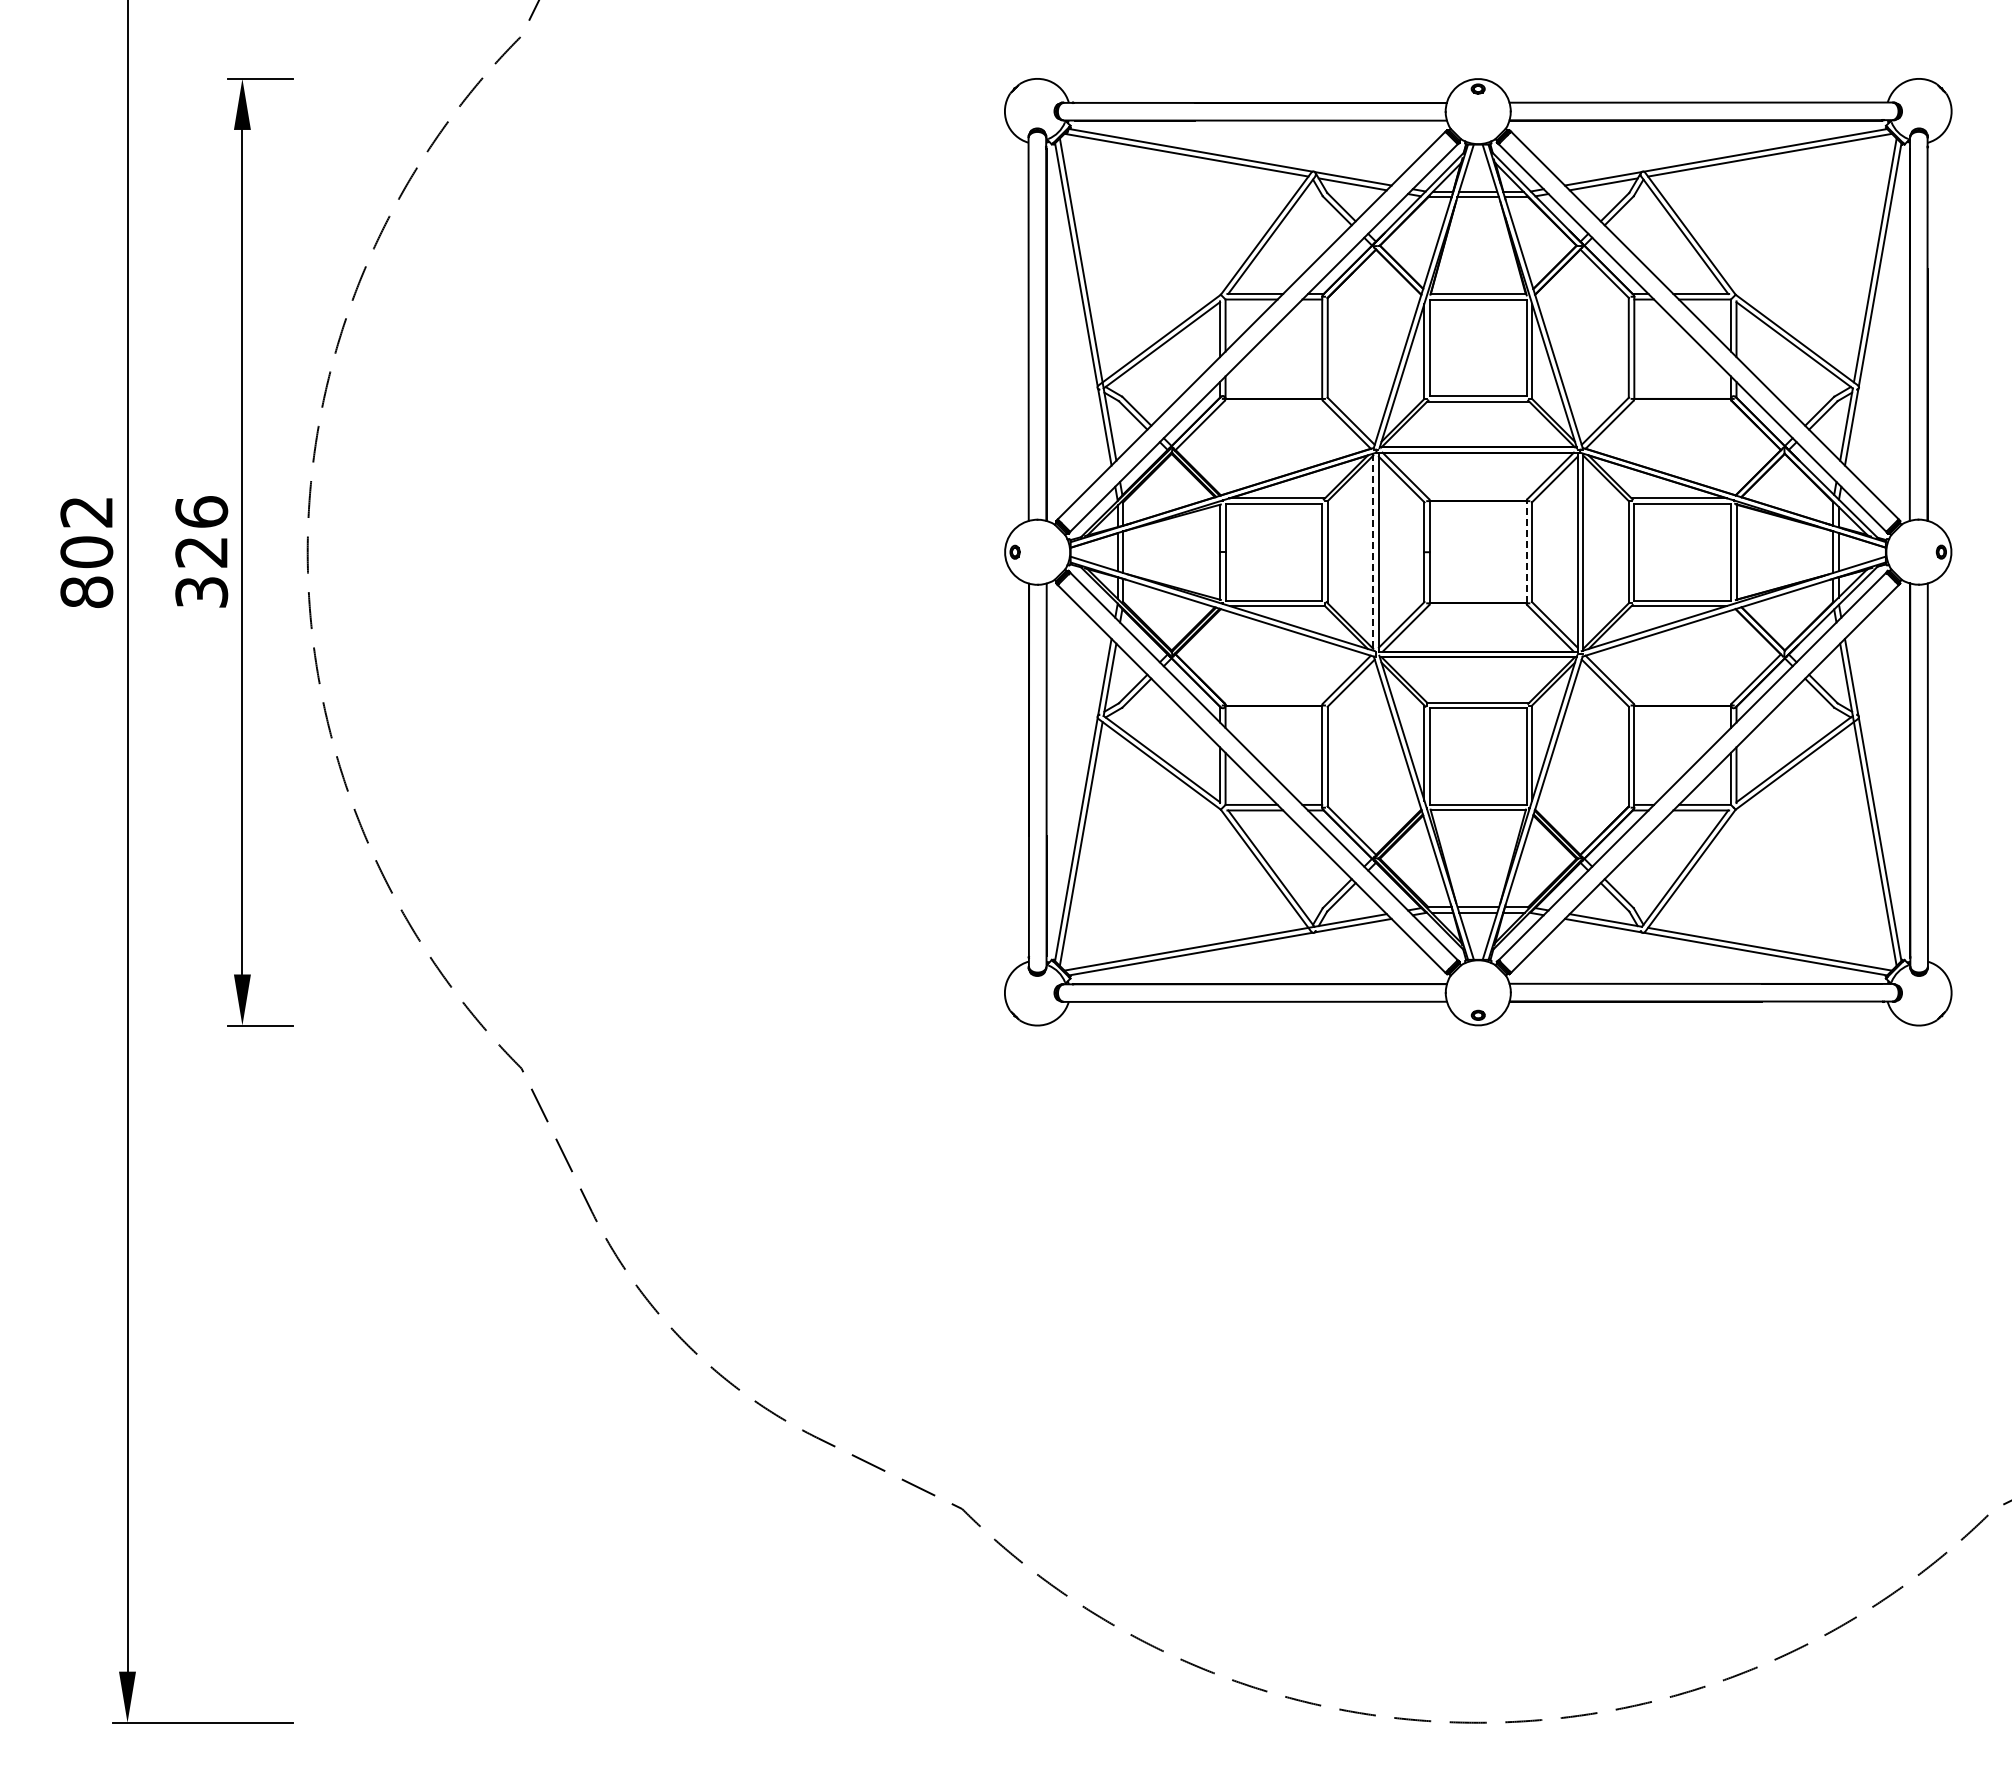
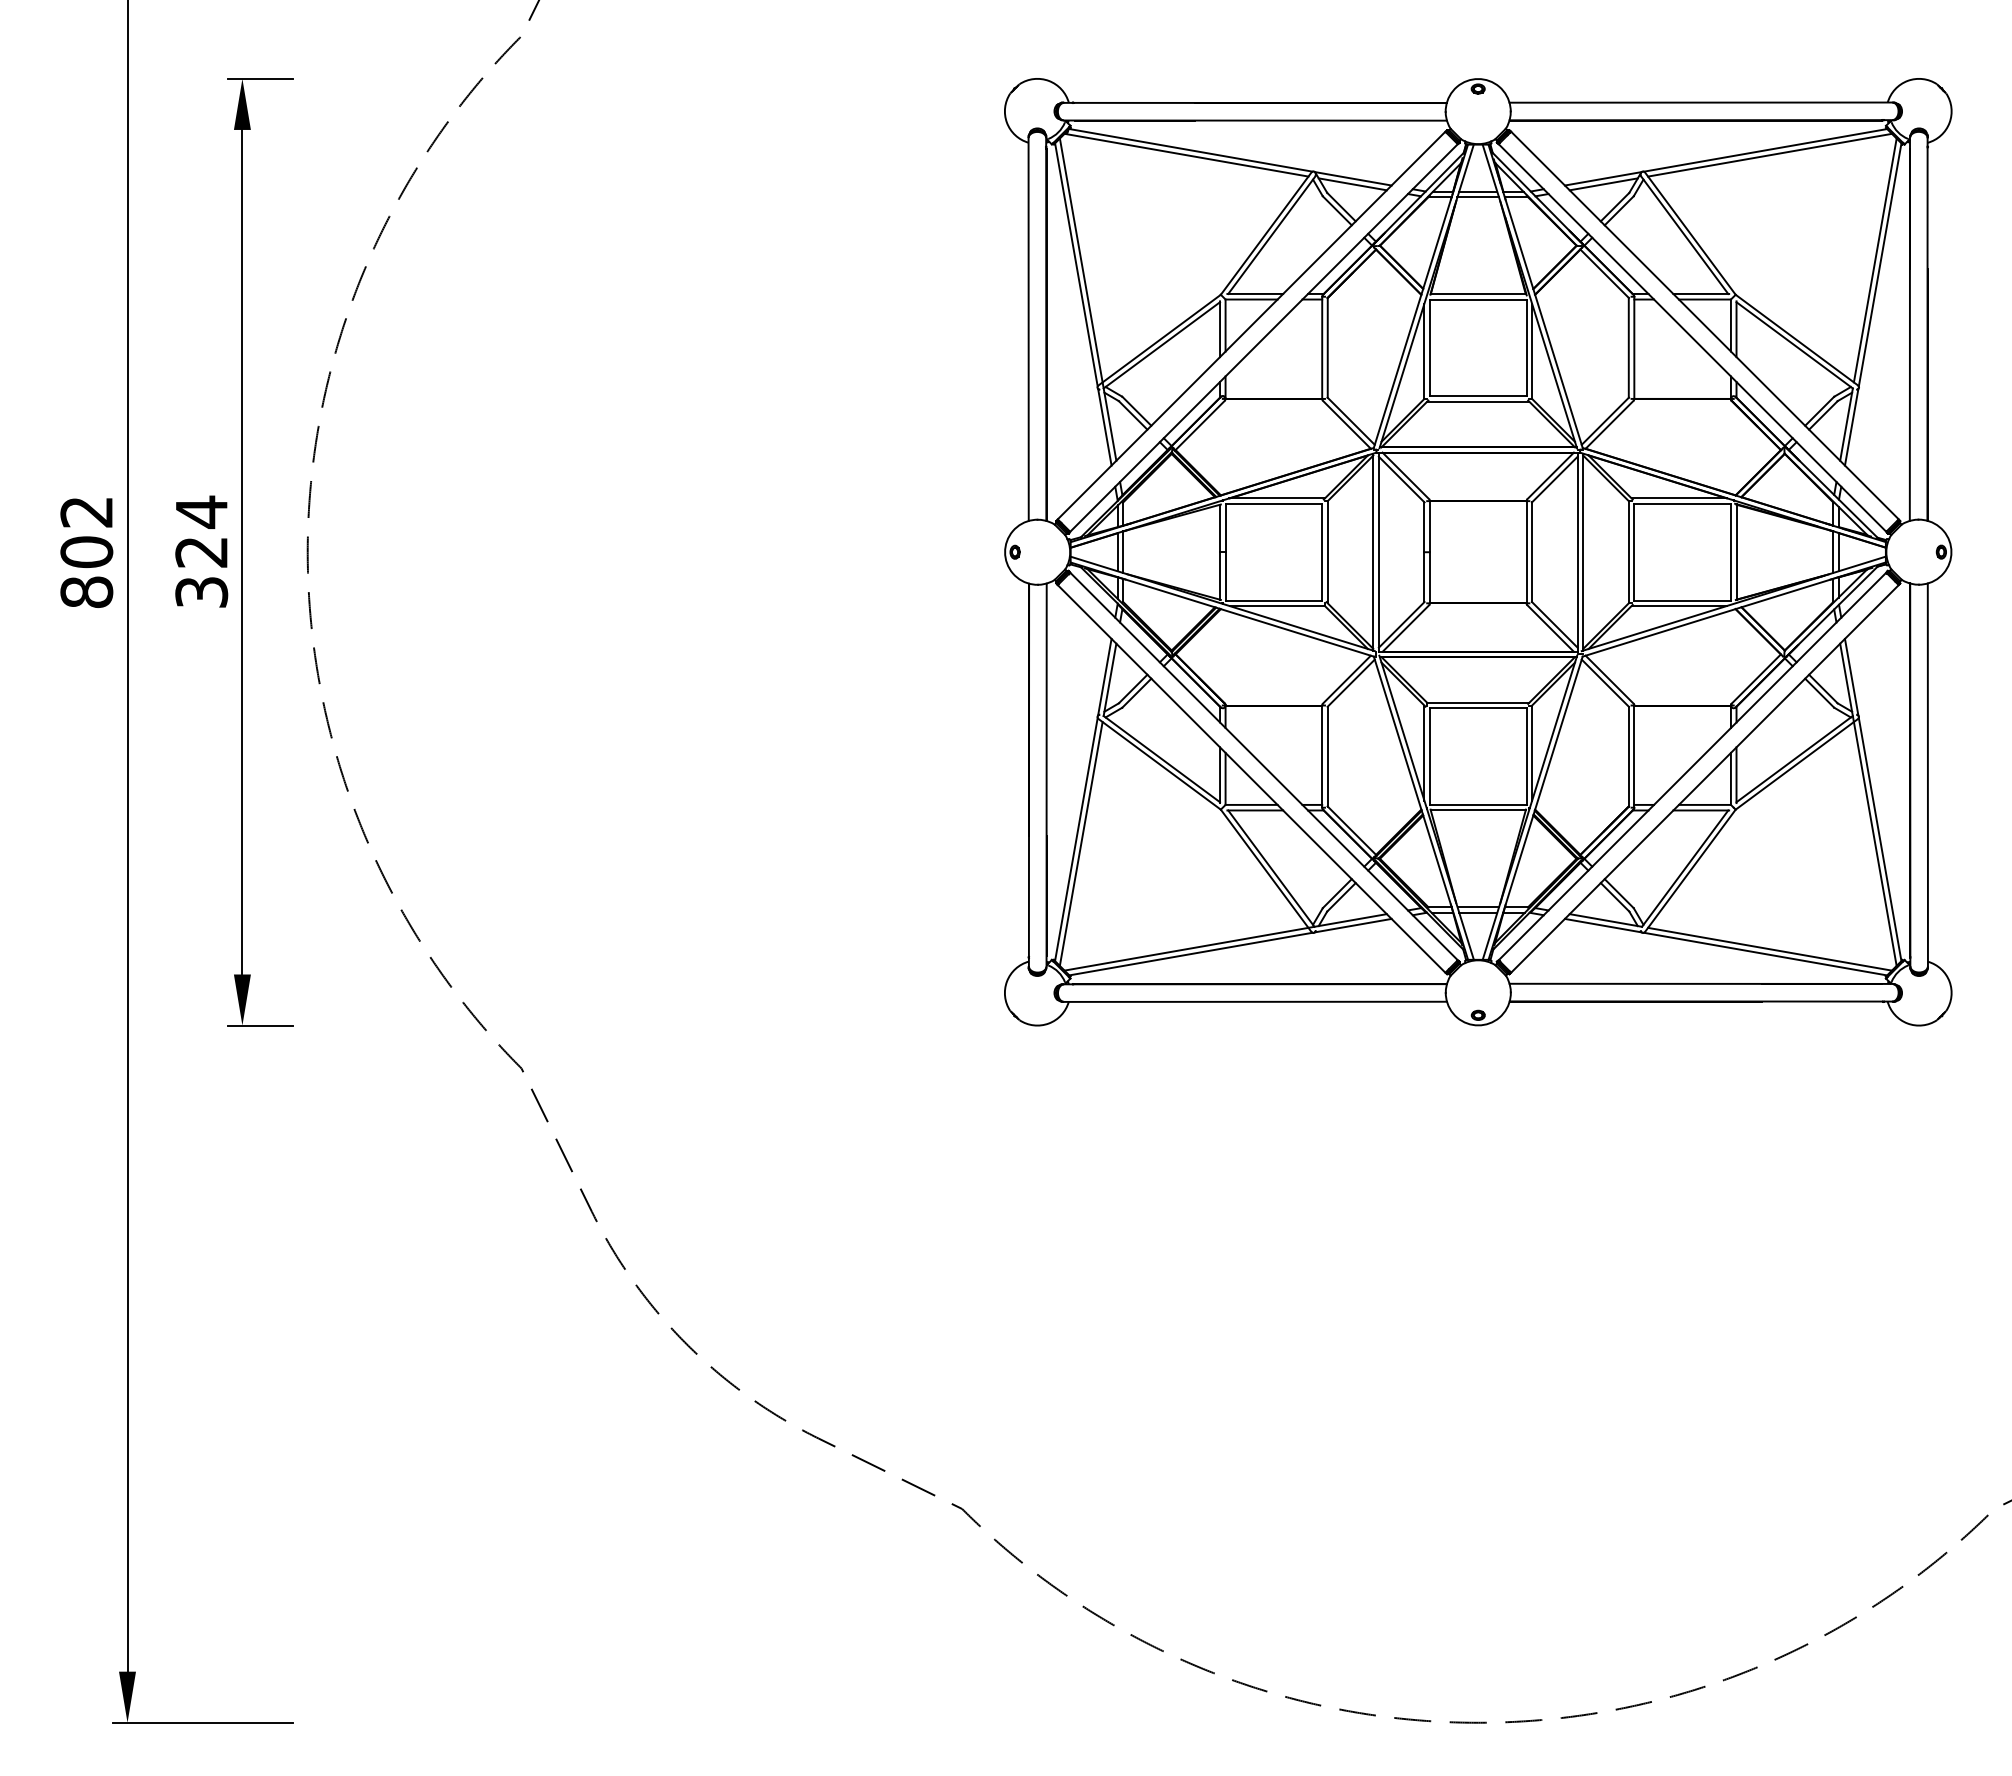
text at (201, 511): 326 -> 324
line at (1526, 551): dashed -> solid
line at (1373, 552): dashed -> solid
